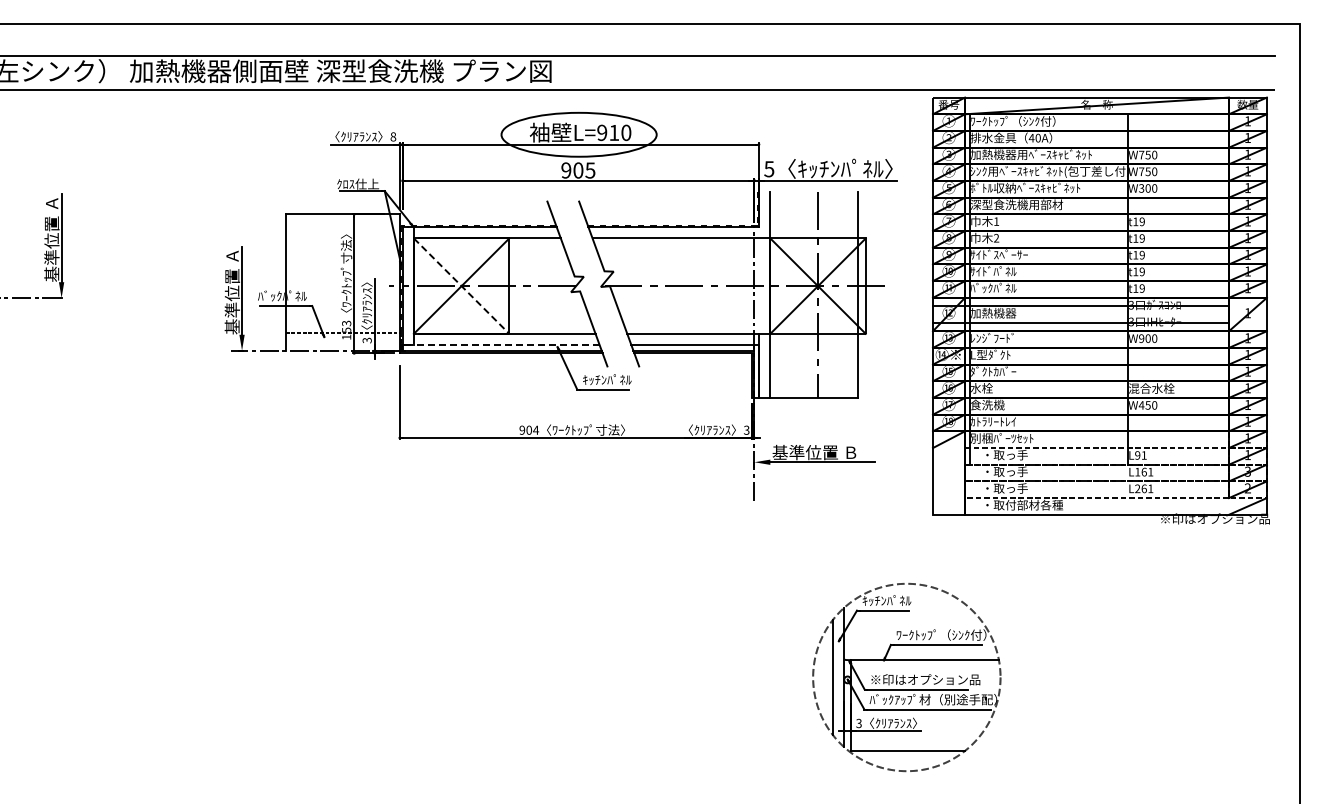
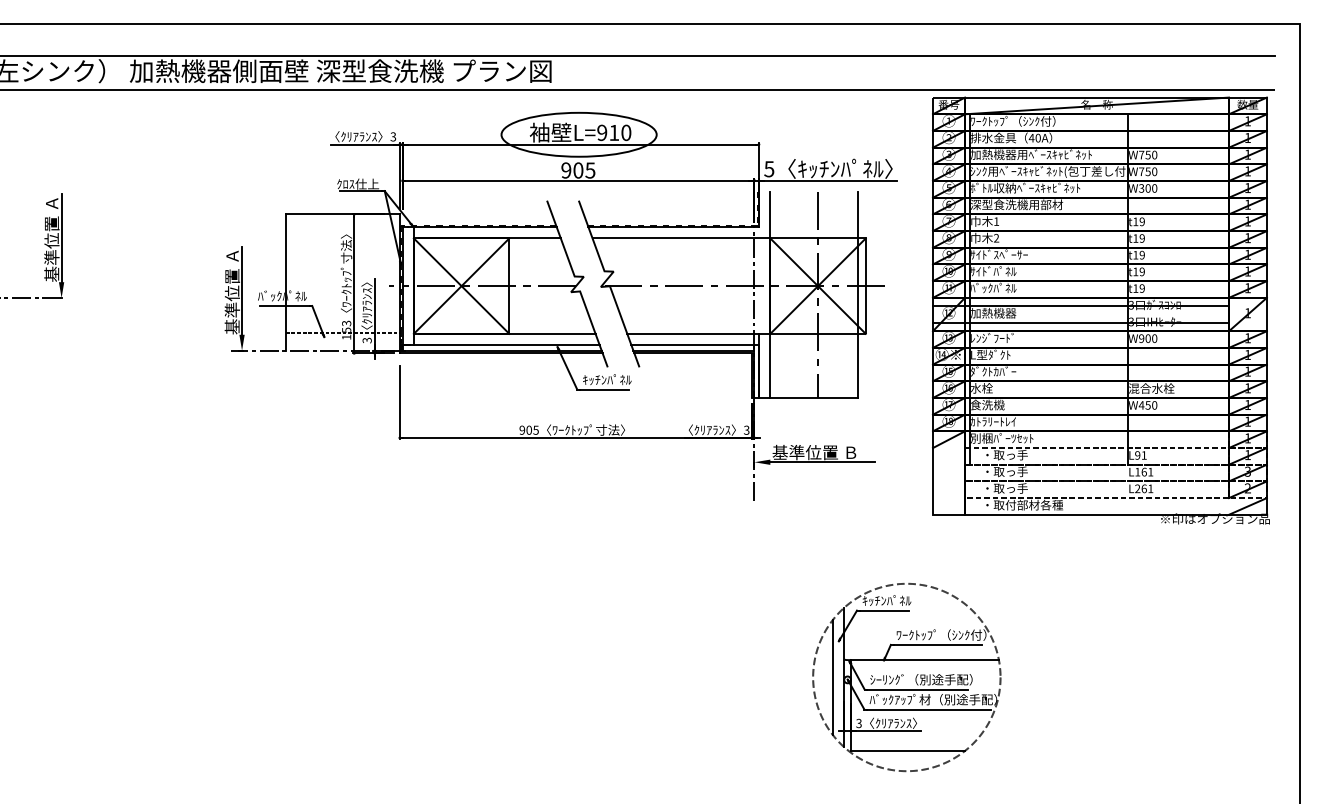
text at (393, 136): 8 -> 3
line at (461, 286): dashed -> solid
line at (501, 345): dashed -> solid
text at (536, 429): 904 -> 905
text at (925, 679): ※印はオプション品 -> ｼｰﾘﾝｸﾞ（別途手配）
